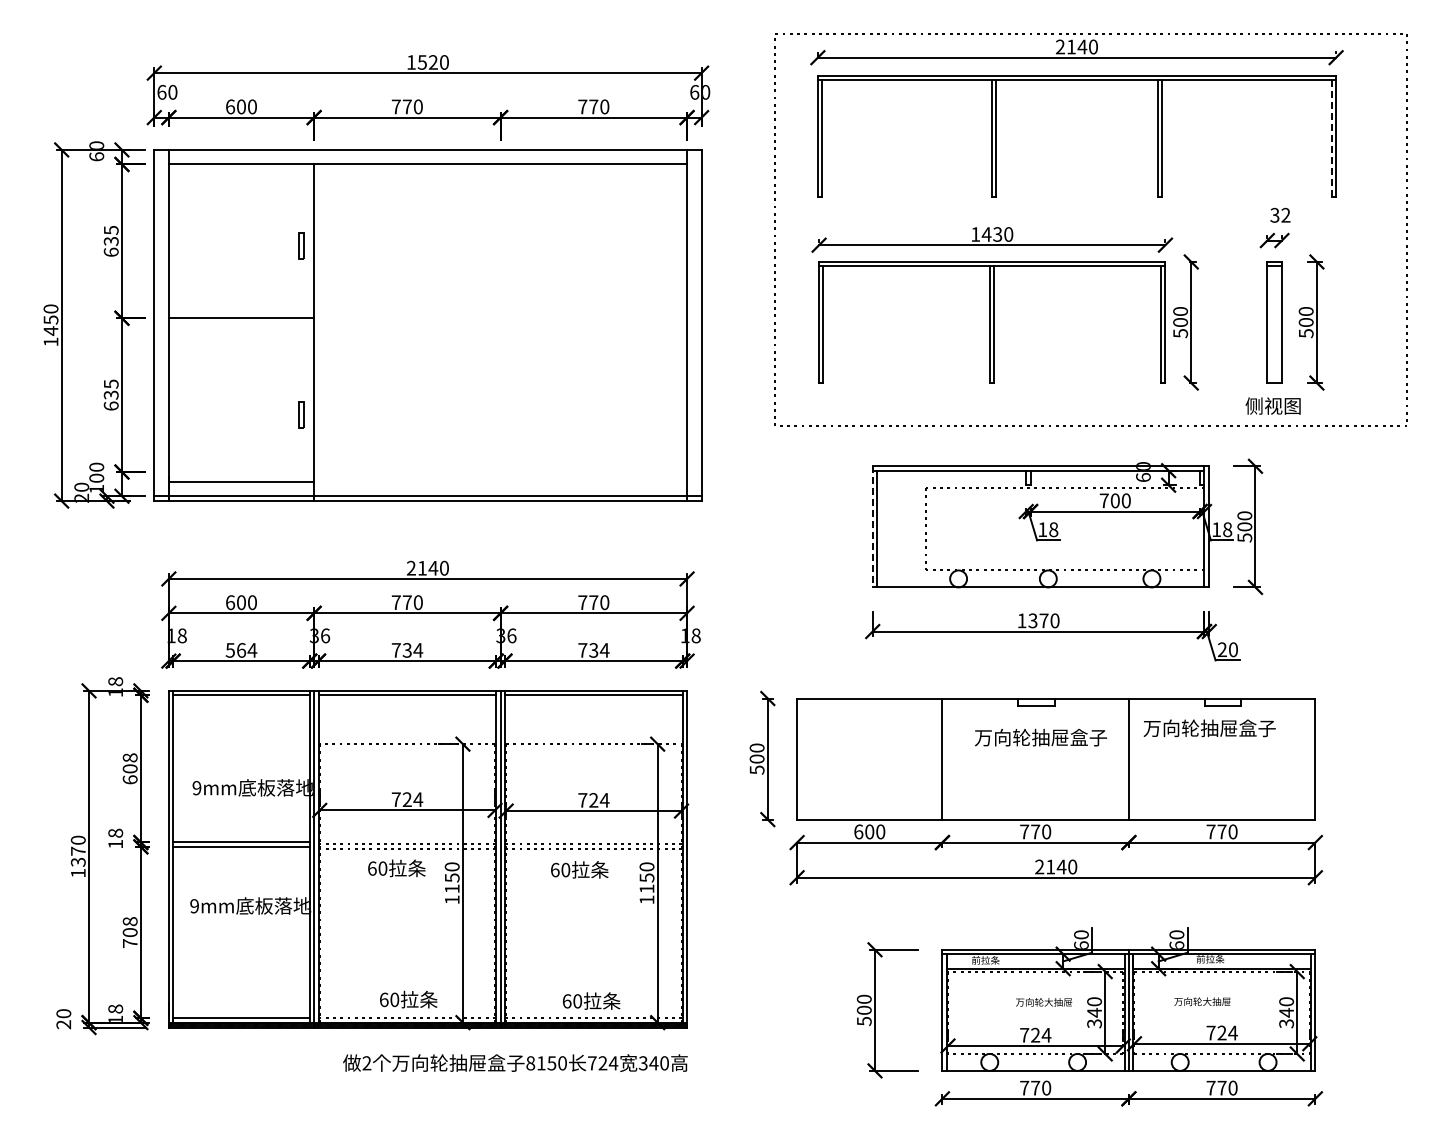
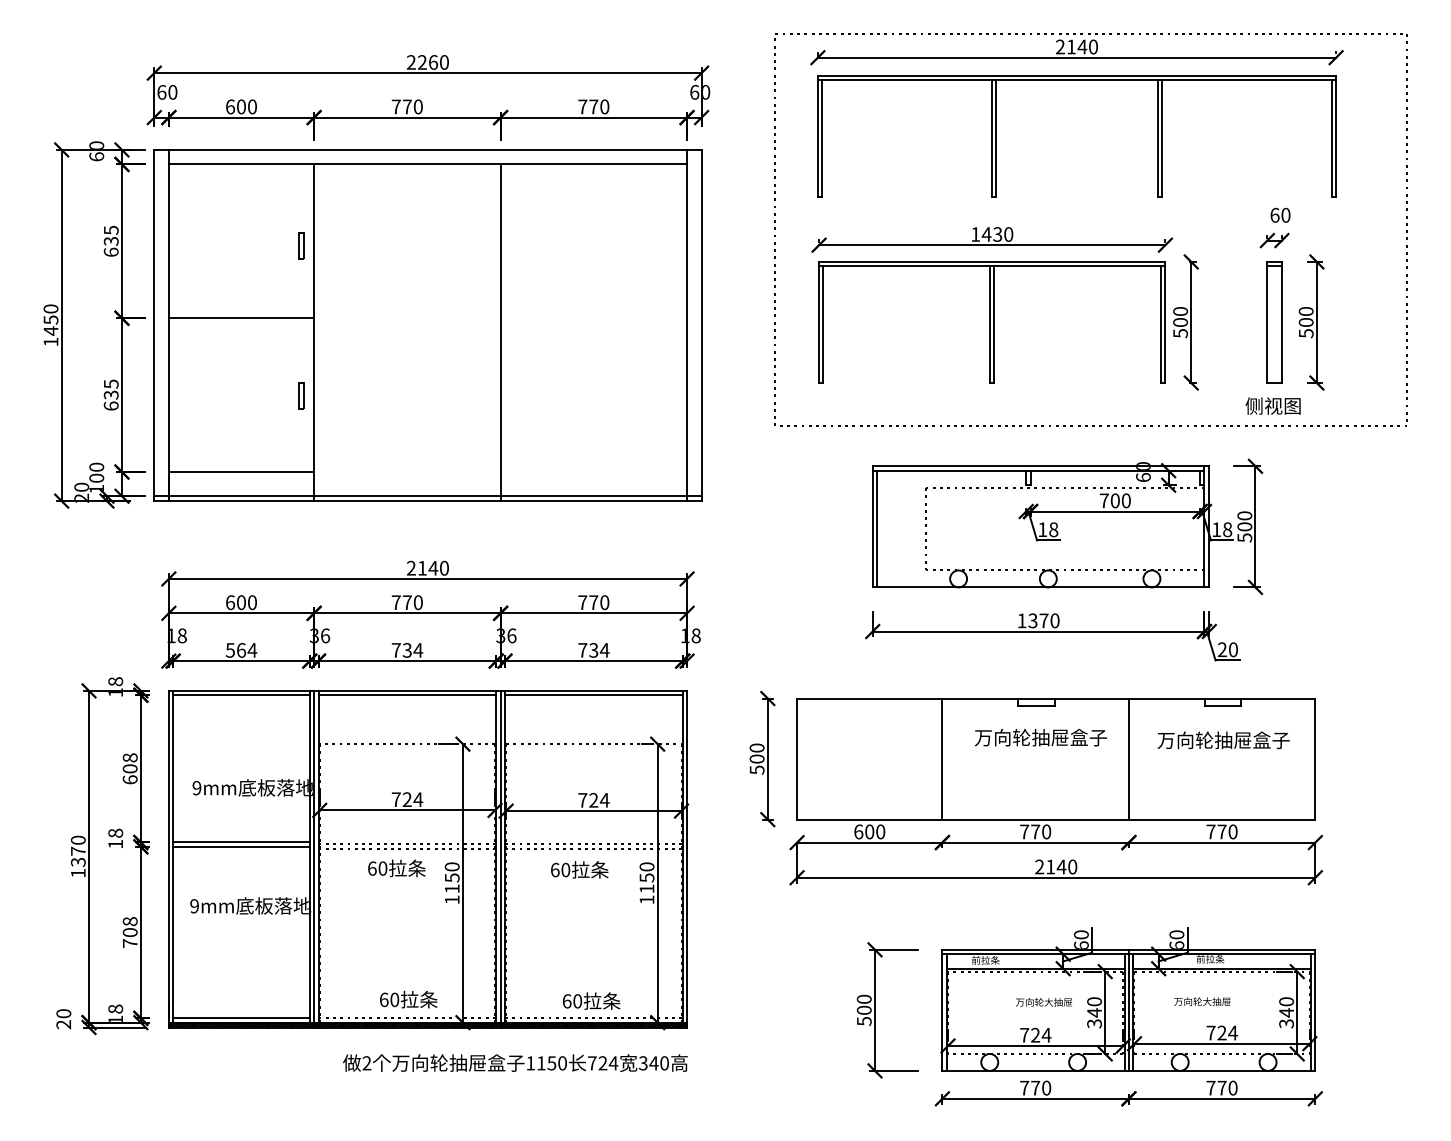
text at (422, 62): 1520 -> 2260
line at (1331, 139): dashed -> solid
text at (1280, 214): 32 -> 60
line at (500, 332): none -> present
part at (301, 414) position: (301, 414) -> (301, 395)
line at (241, 482) position: (241, 482) -> (241, 472)
line at (872, 526): dashed -> solid
text at (1209, 728) position: (1209, 728) -> (1223, 740)
text at (530, 1063): 8150 -> 1150
